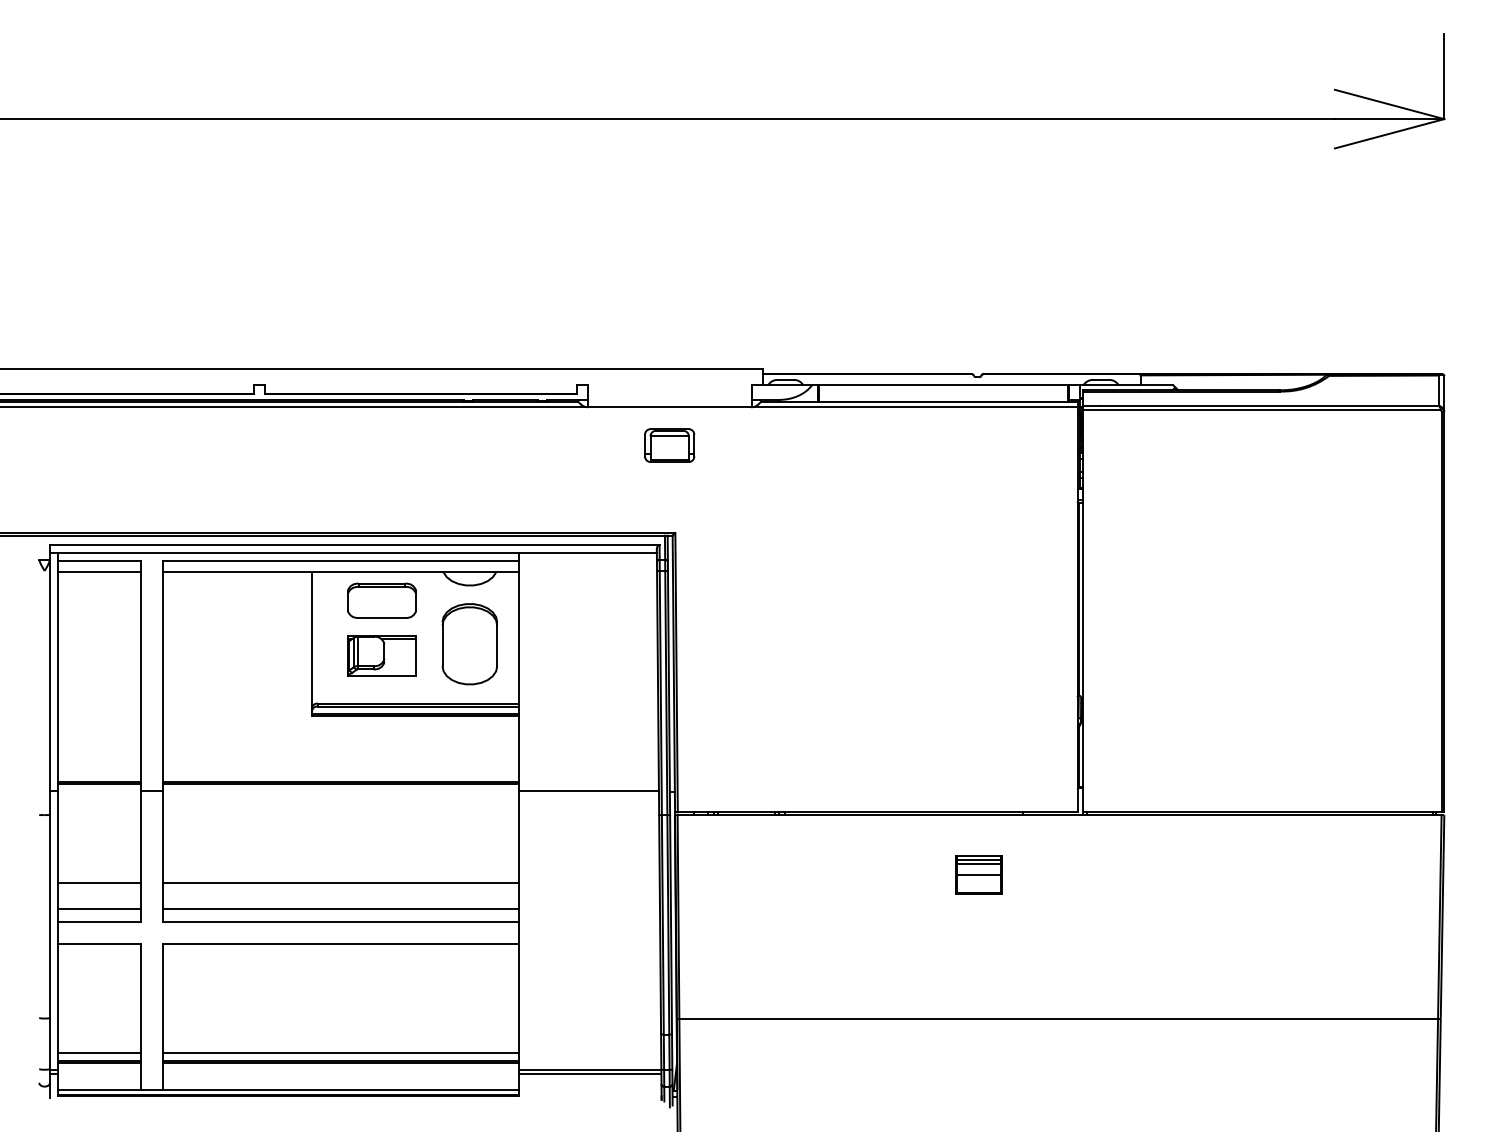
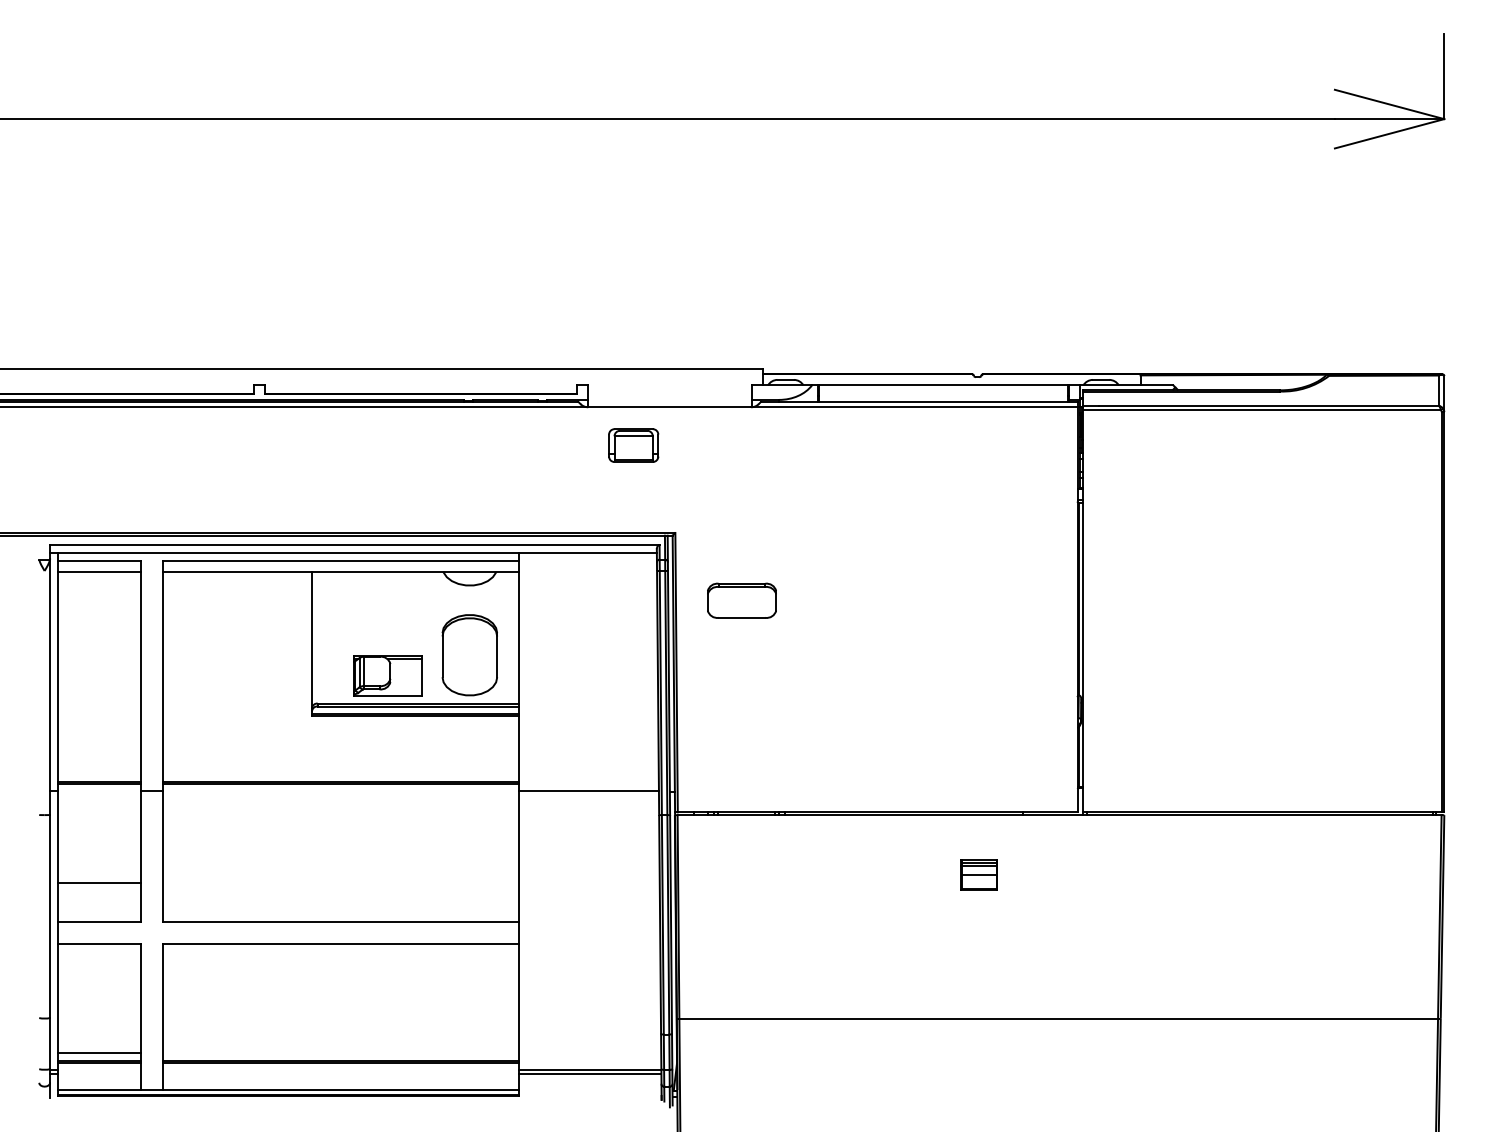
part at (669, 445) position: (669, 445) -> (633, 445)
part at (381, 600) position: (381, 600) -> (741, 600)
part at (469, 644) position: (469, 644) -> (469, 655)
part at (381, 655) position: (381, 655) -> (387, 675)
part at (978, 874) size: 48x40 px -> 38x32 px
line at (341, 883): present -> none
line at (99, 908): present -> none
line at (341, 908): present -> none
line at (341, 1053): present -> none
